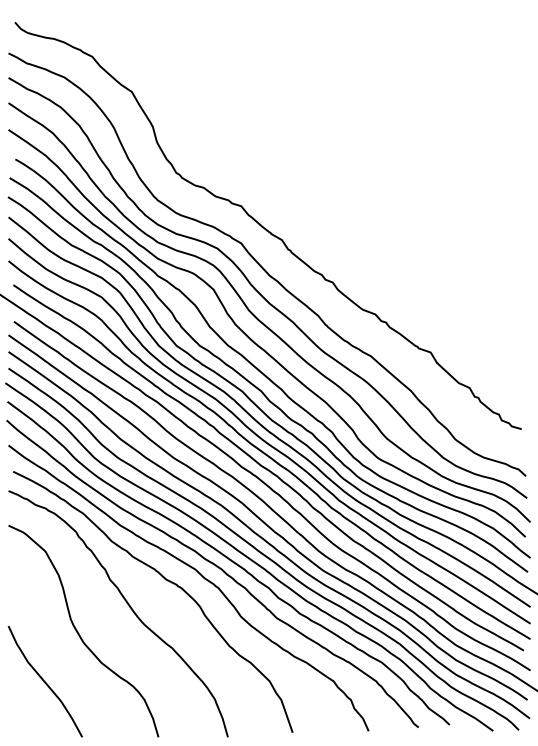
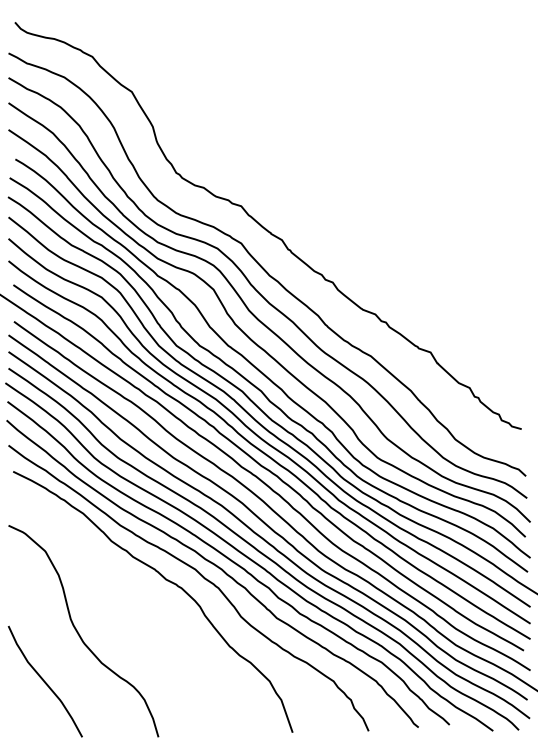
curve at (128, 606): present -> none
